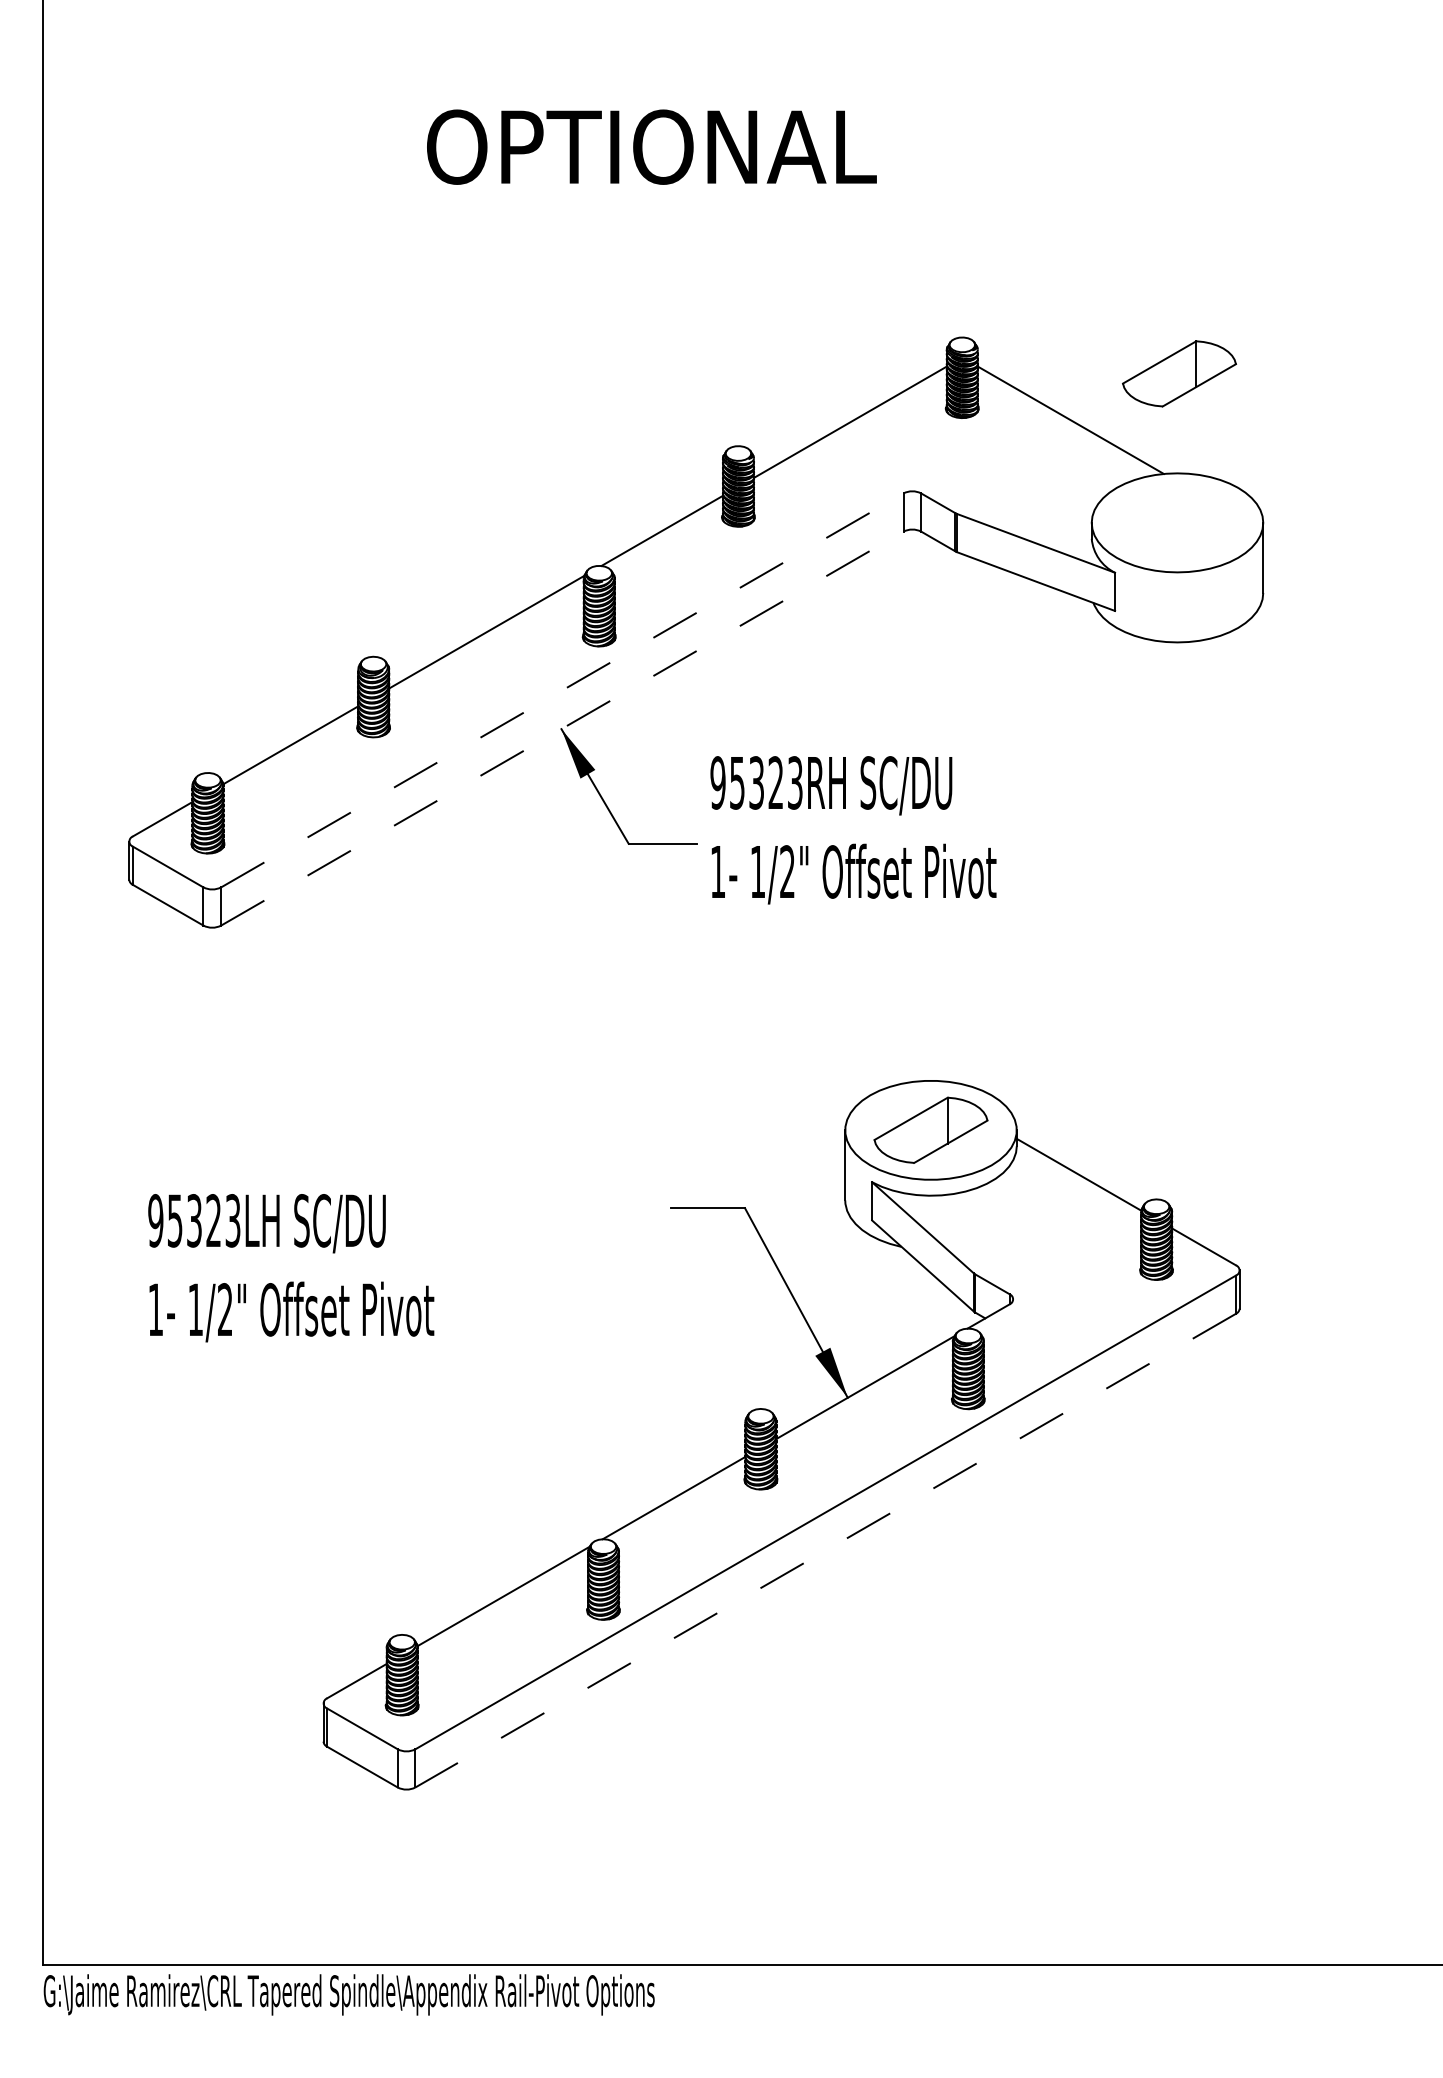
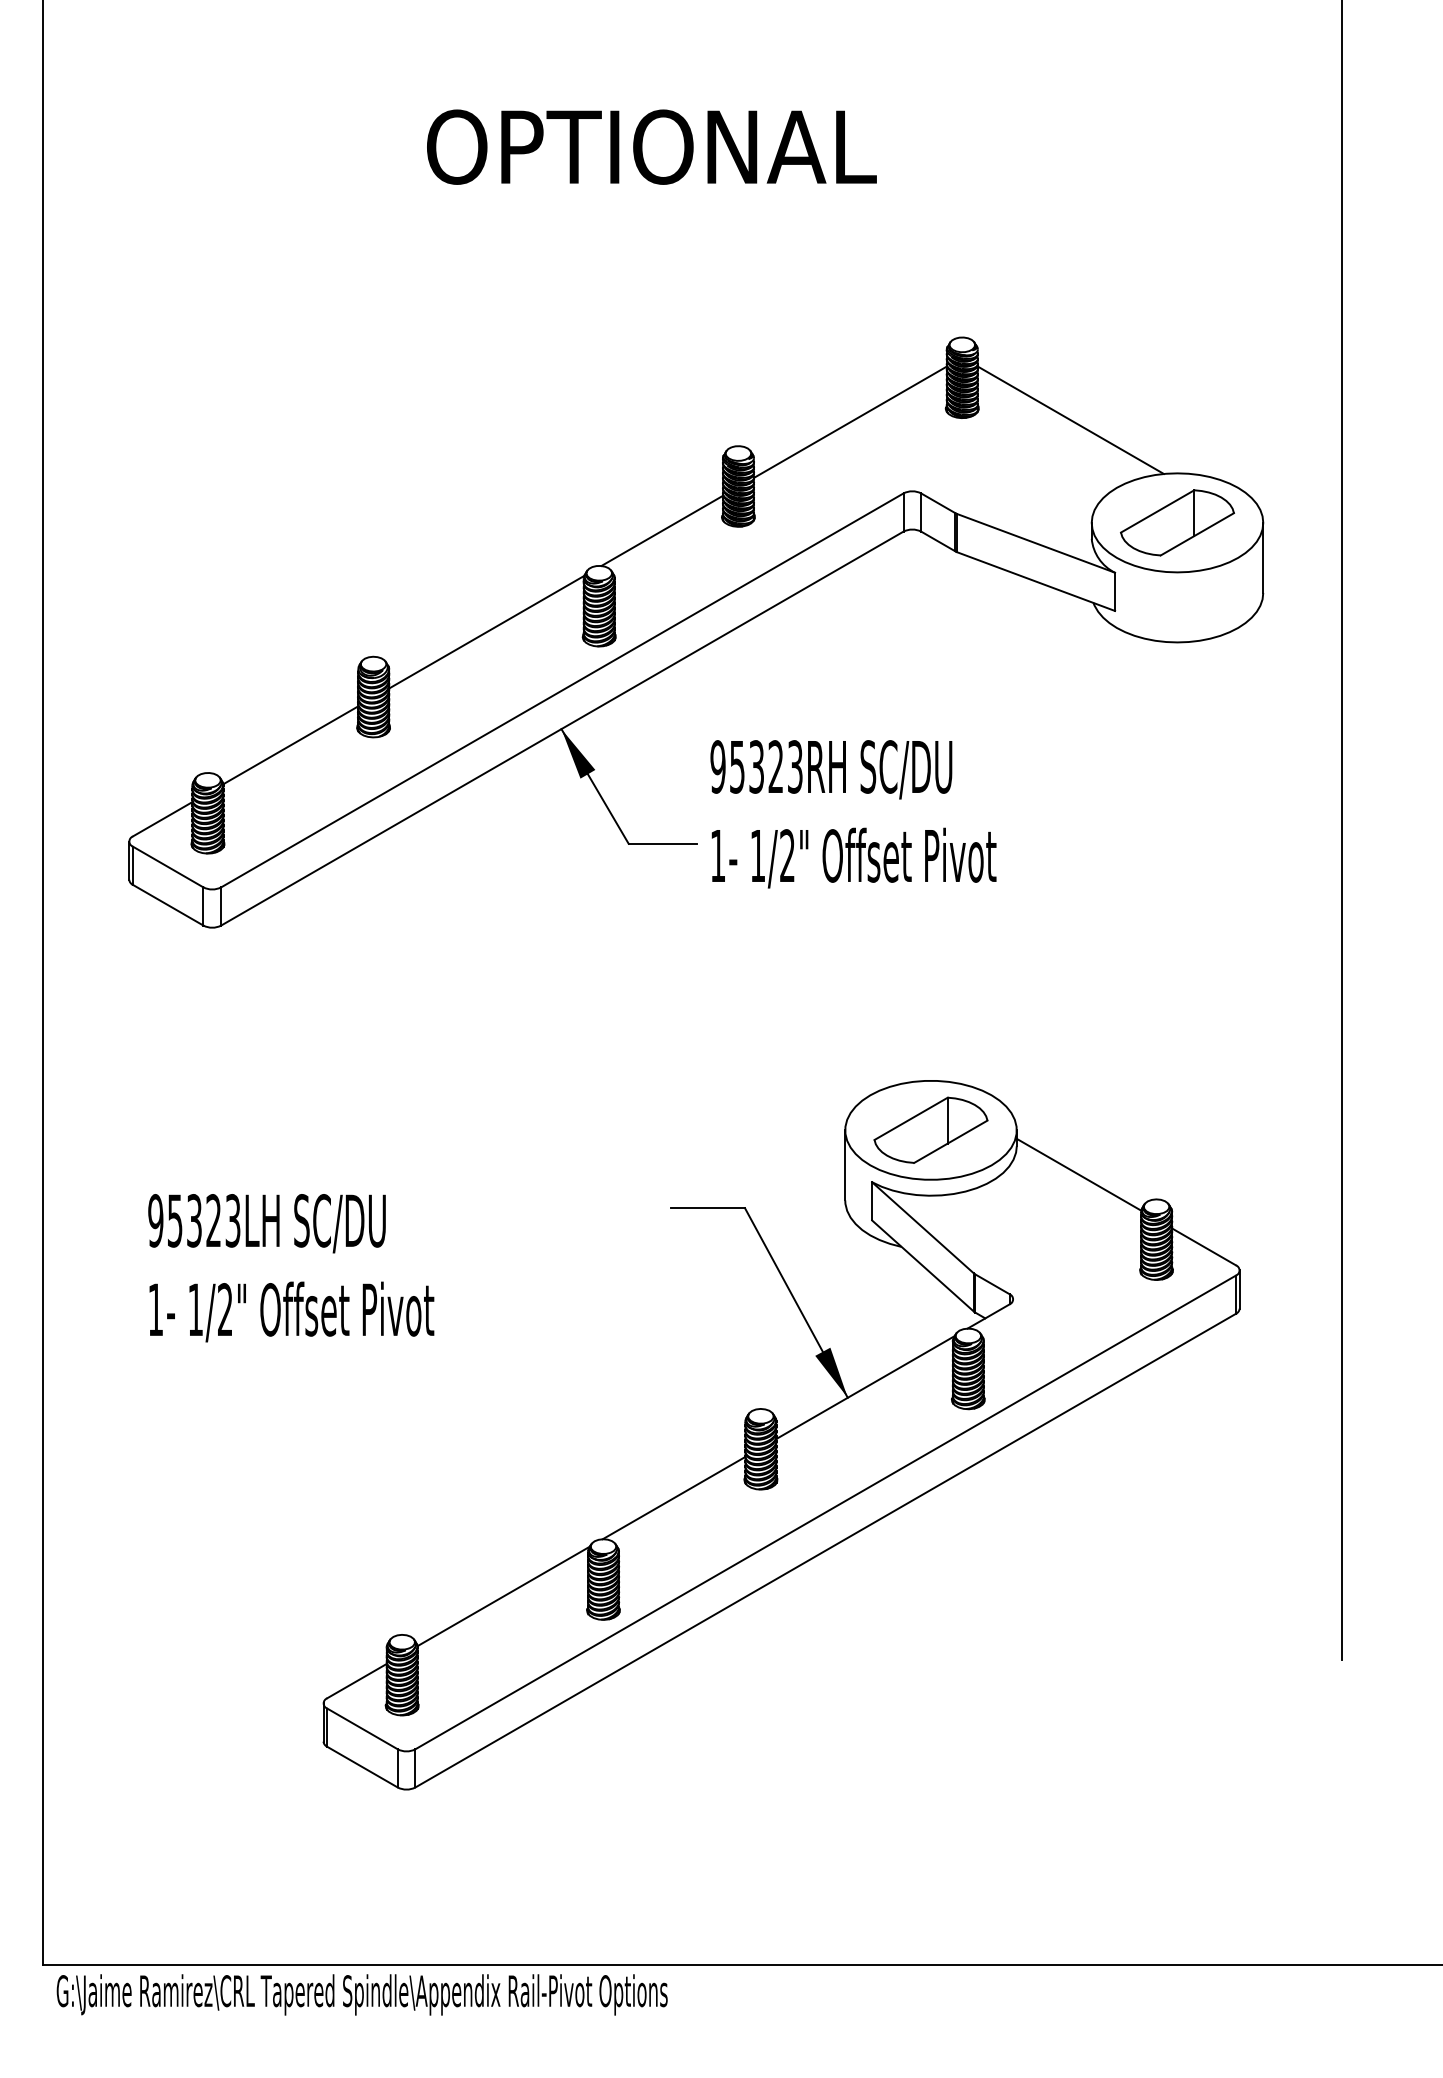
part at (1179, 373) position: (1179, 373) -> (1177, 522)
line at (562, 690): dashed -> solid
line at (562, 728): dashed -> solid
text at (853, 830) position: (853, 830) -> (853, 814)
line at (1342, 831): none -> present
line at (825, 1550): dashed -> solid
text at (348, 1994) position: (348, 1994) -> (361, 1994)
